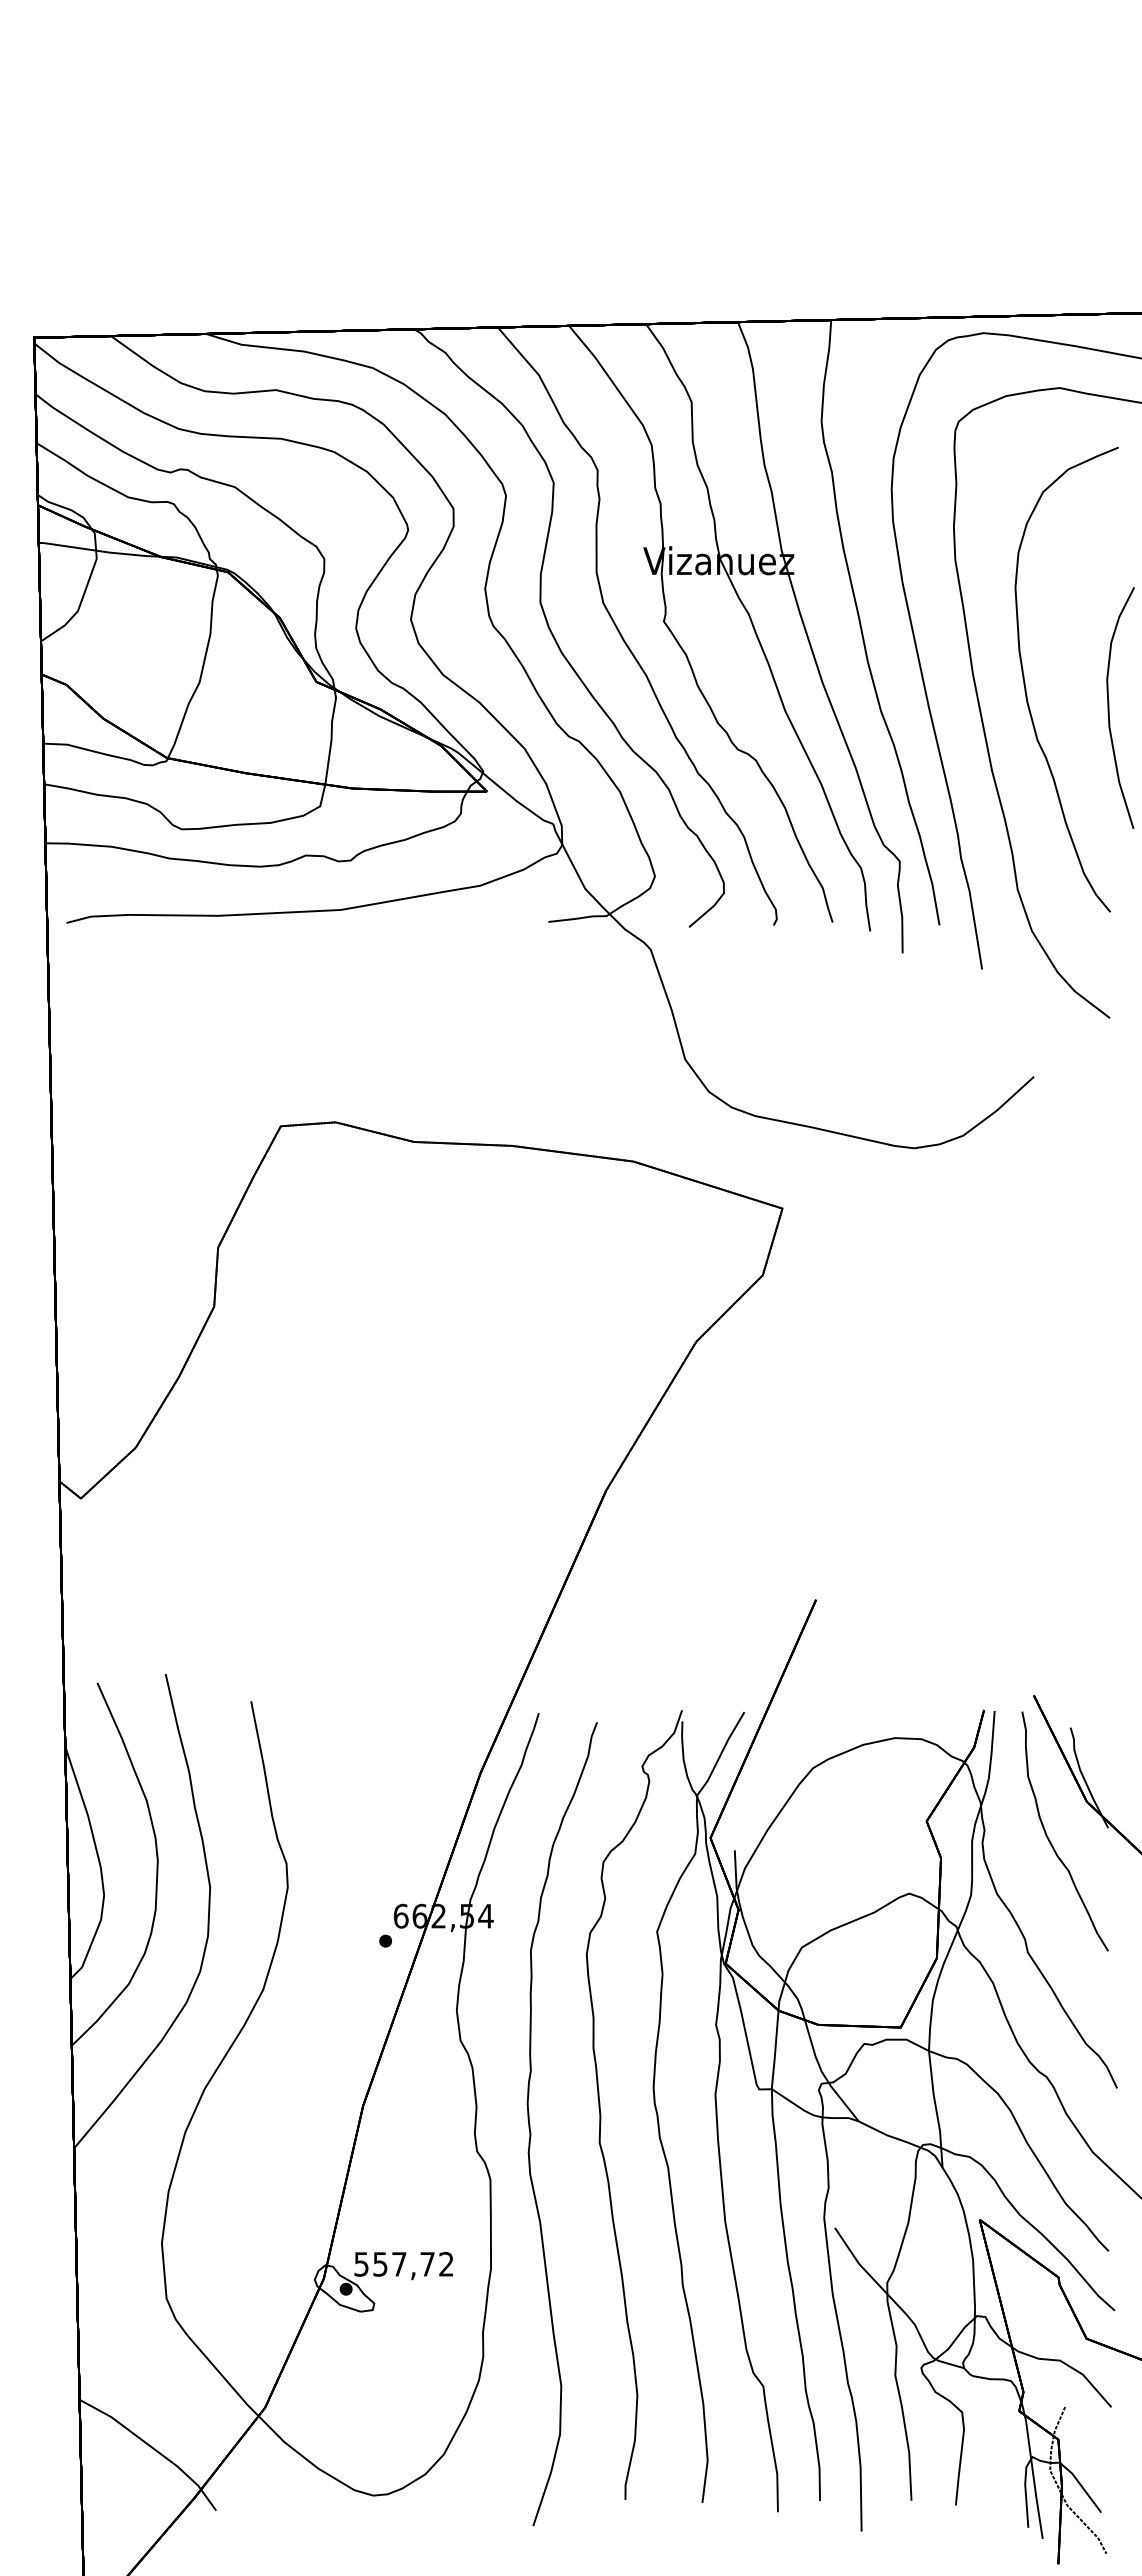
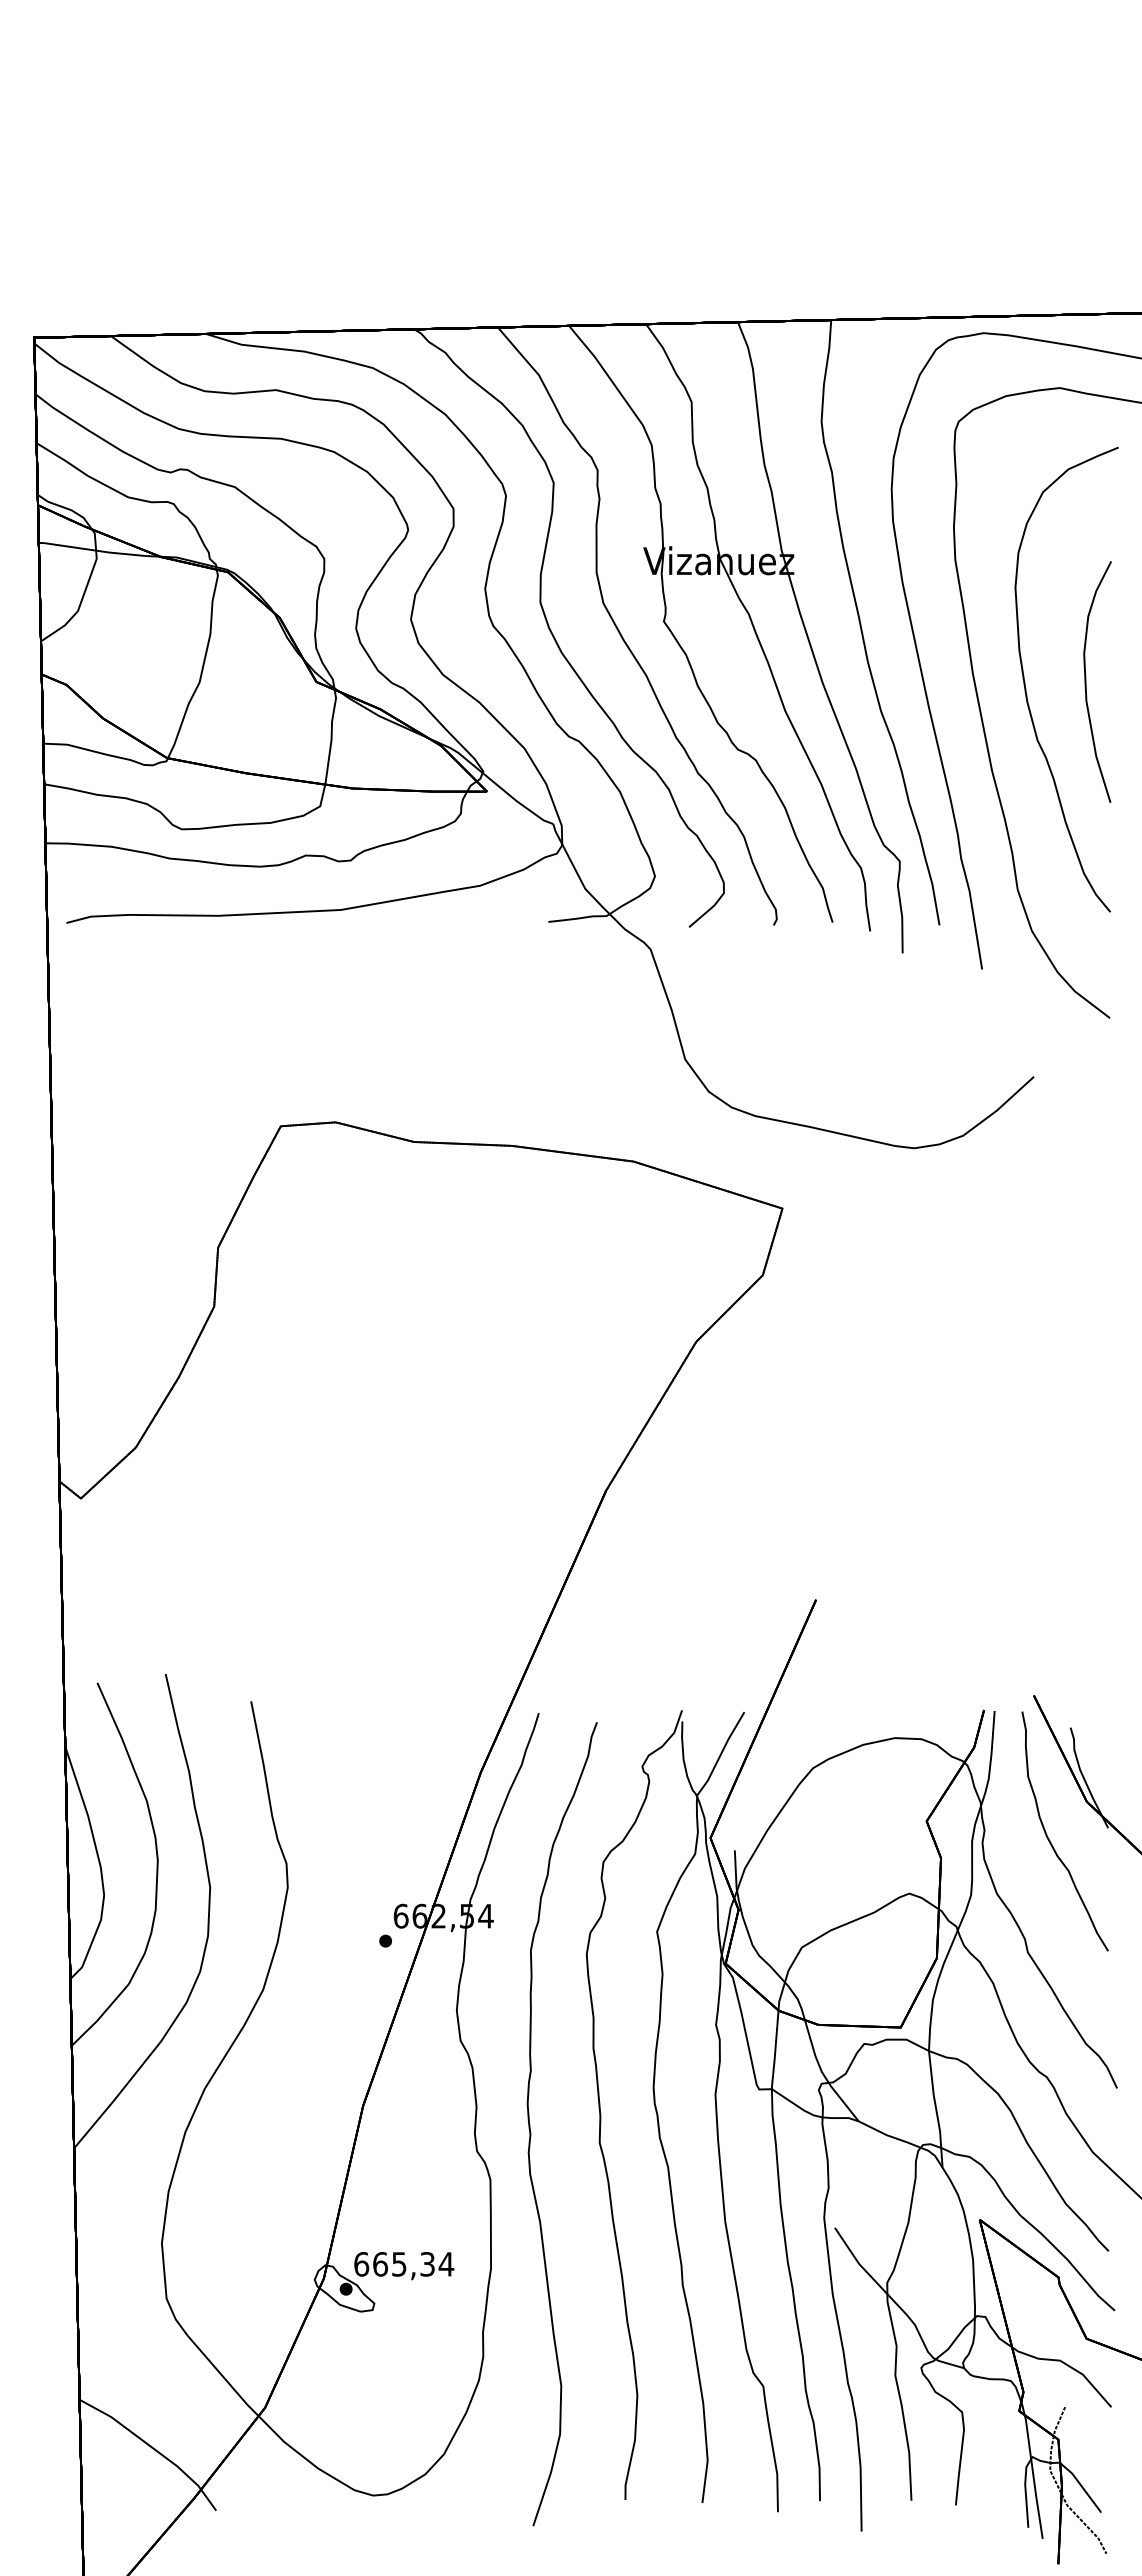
part at (1109, 707) position: (1109, 707) -> (1086, 681)
text at (404, 2264): 557,72 -> 665,34
